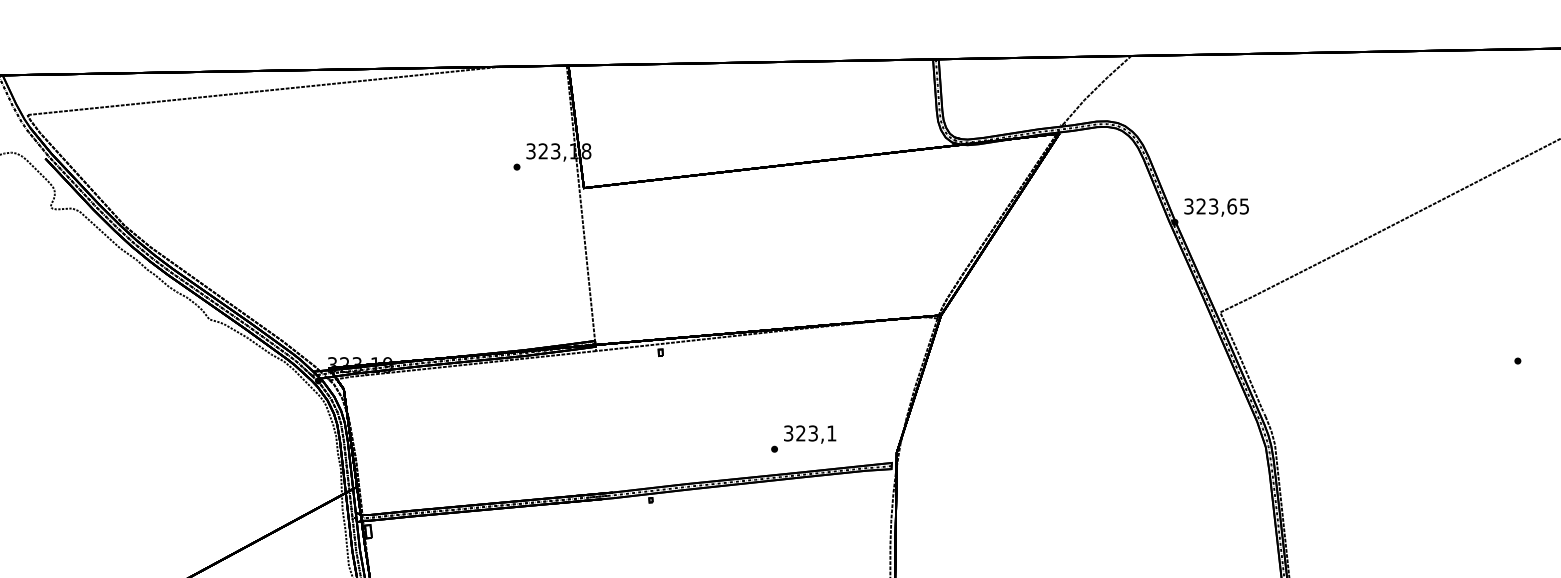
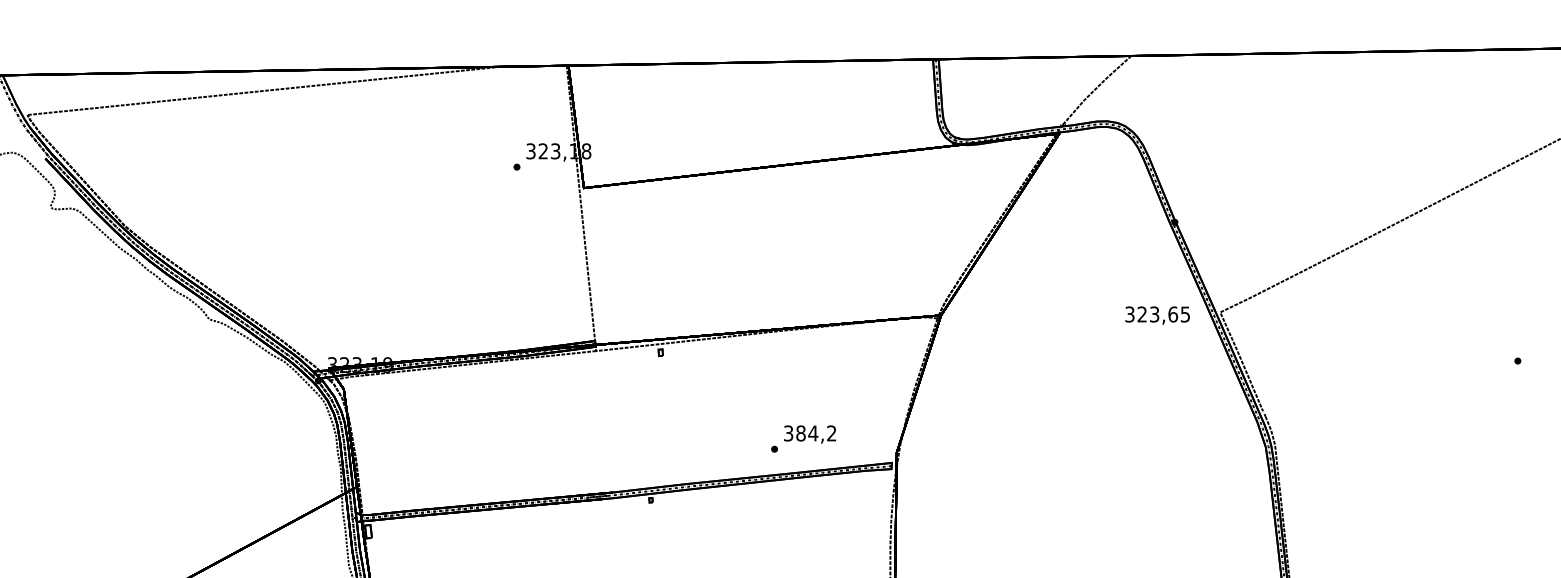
text at (1216, 207) position: (1216, 207) -> (1157, 315)
text at (816, 433): 323,1 -> 384,2
